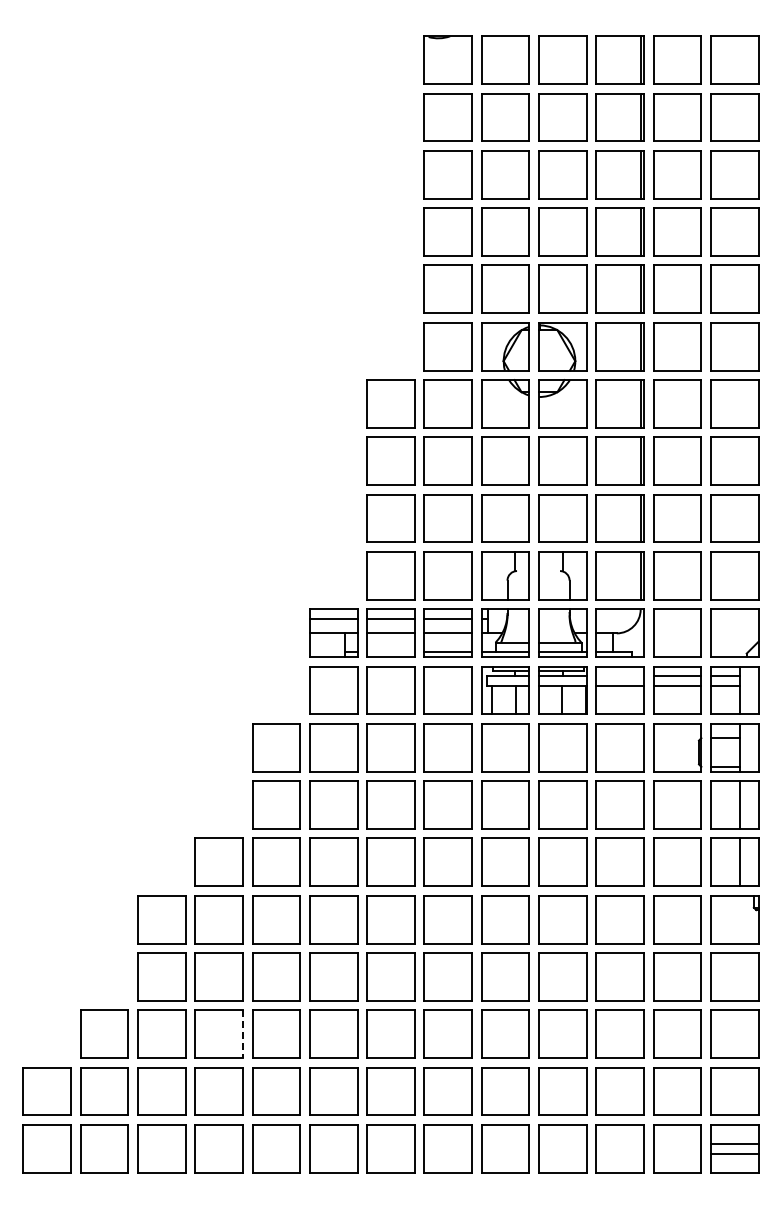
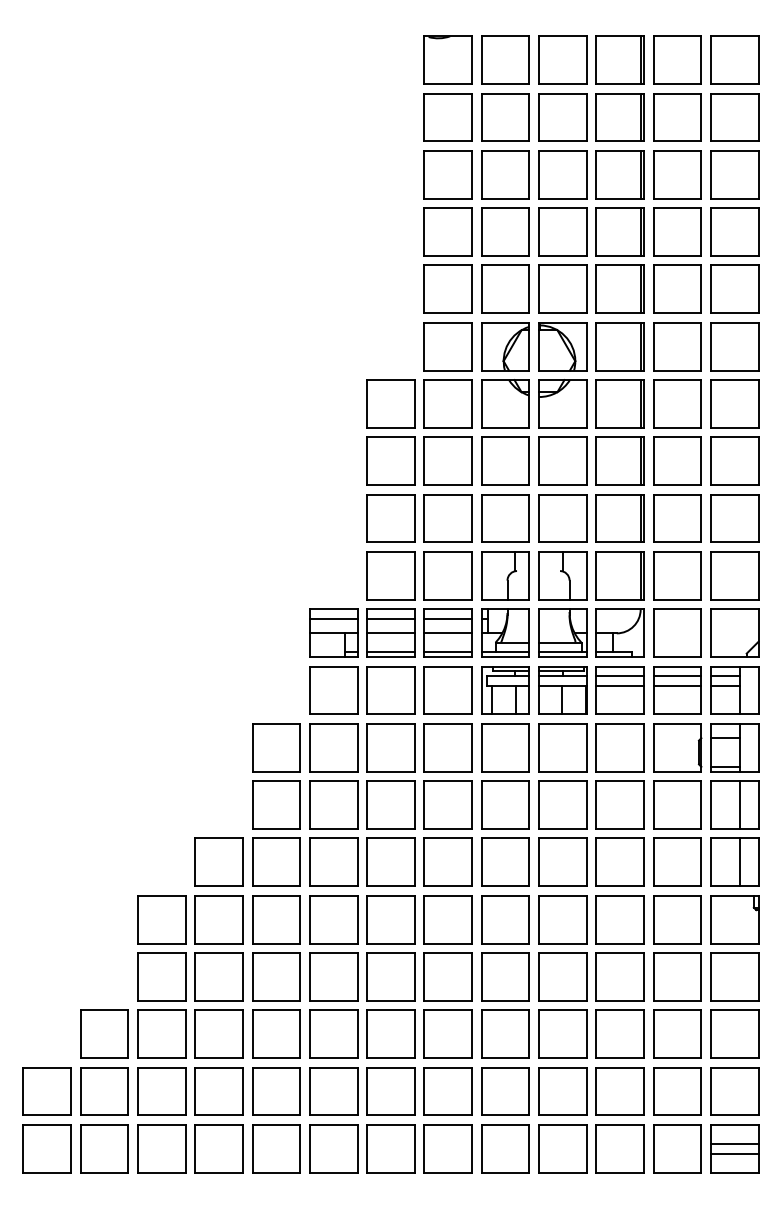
line at (390, 652): none -> present
line at (620, 676): none -> present
line at (242, 1034): dashed -> solid
